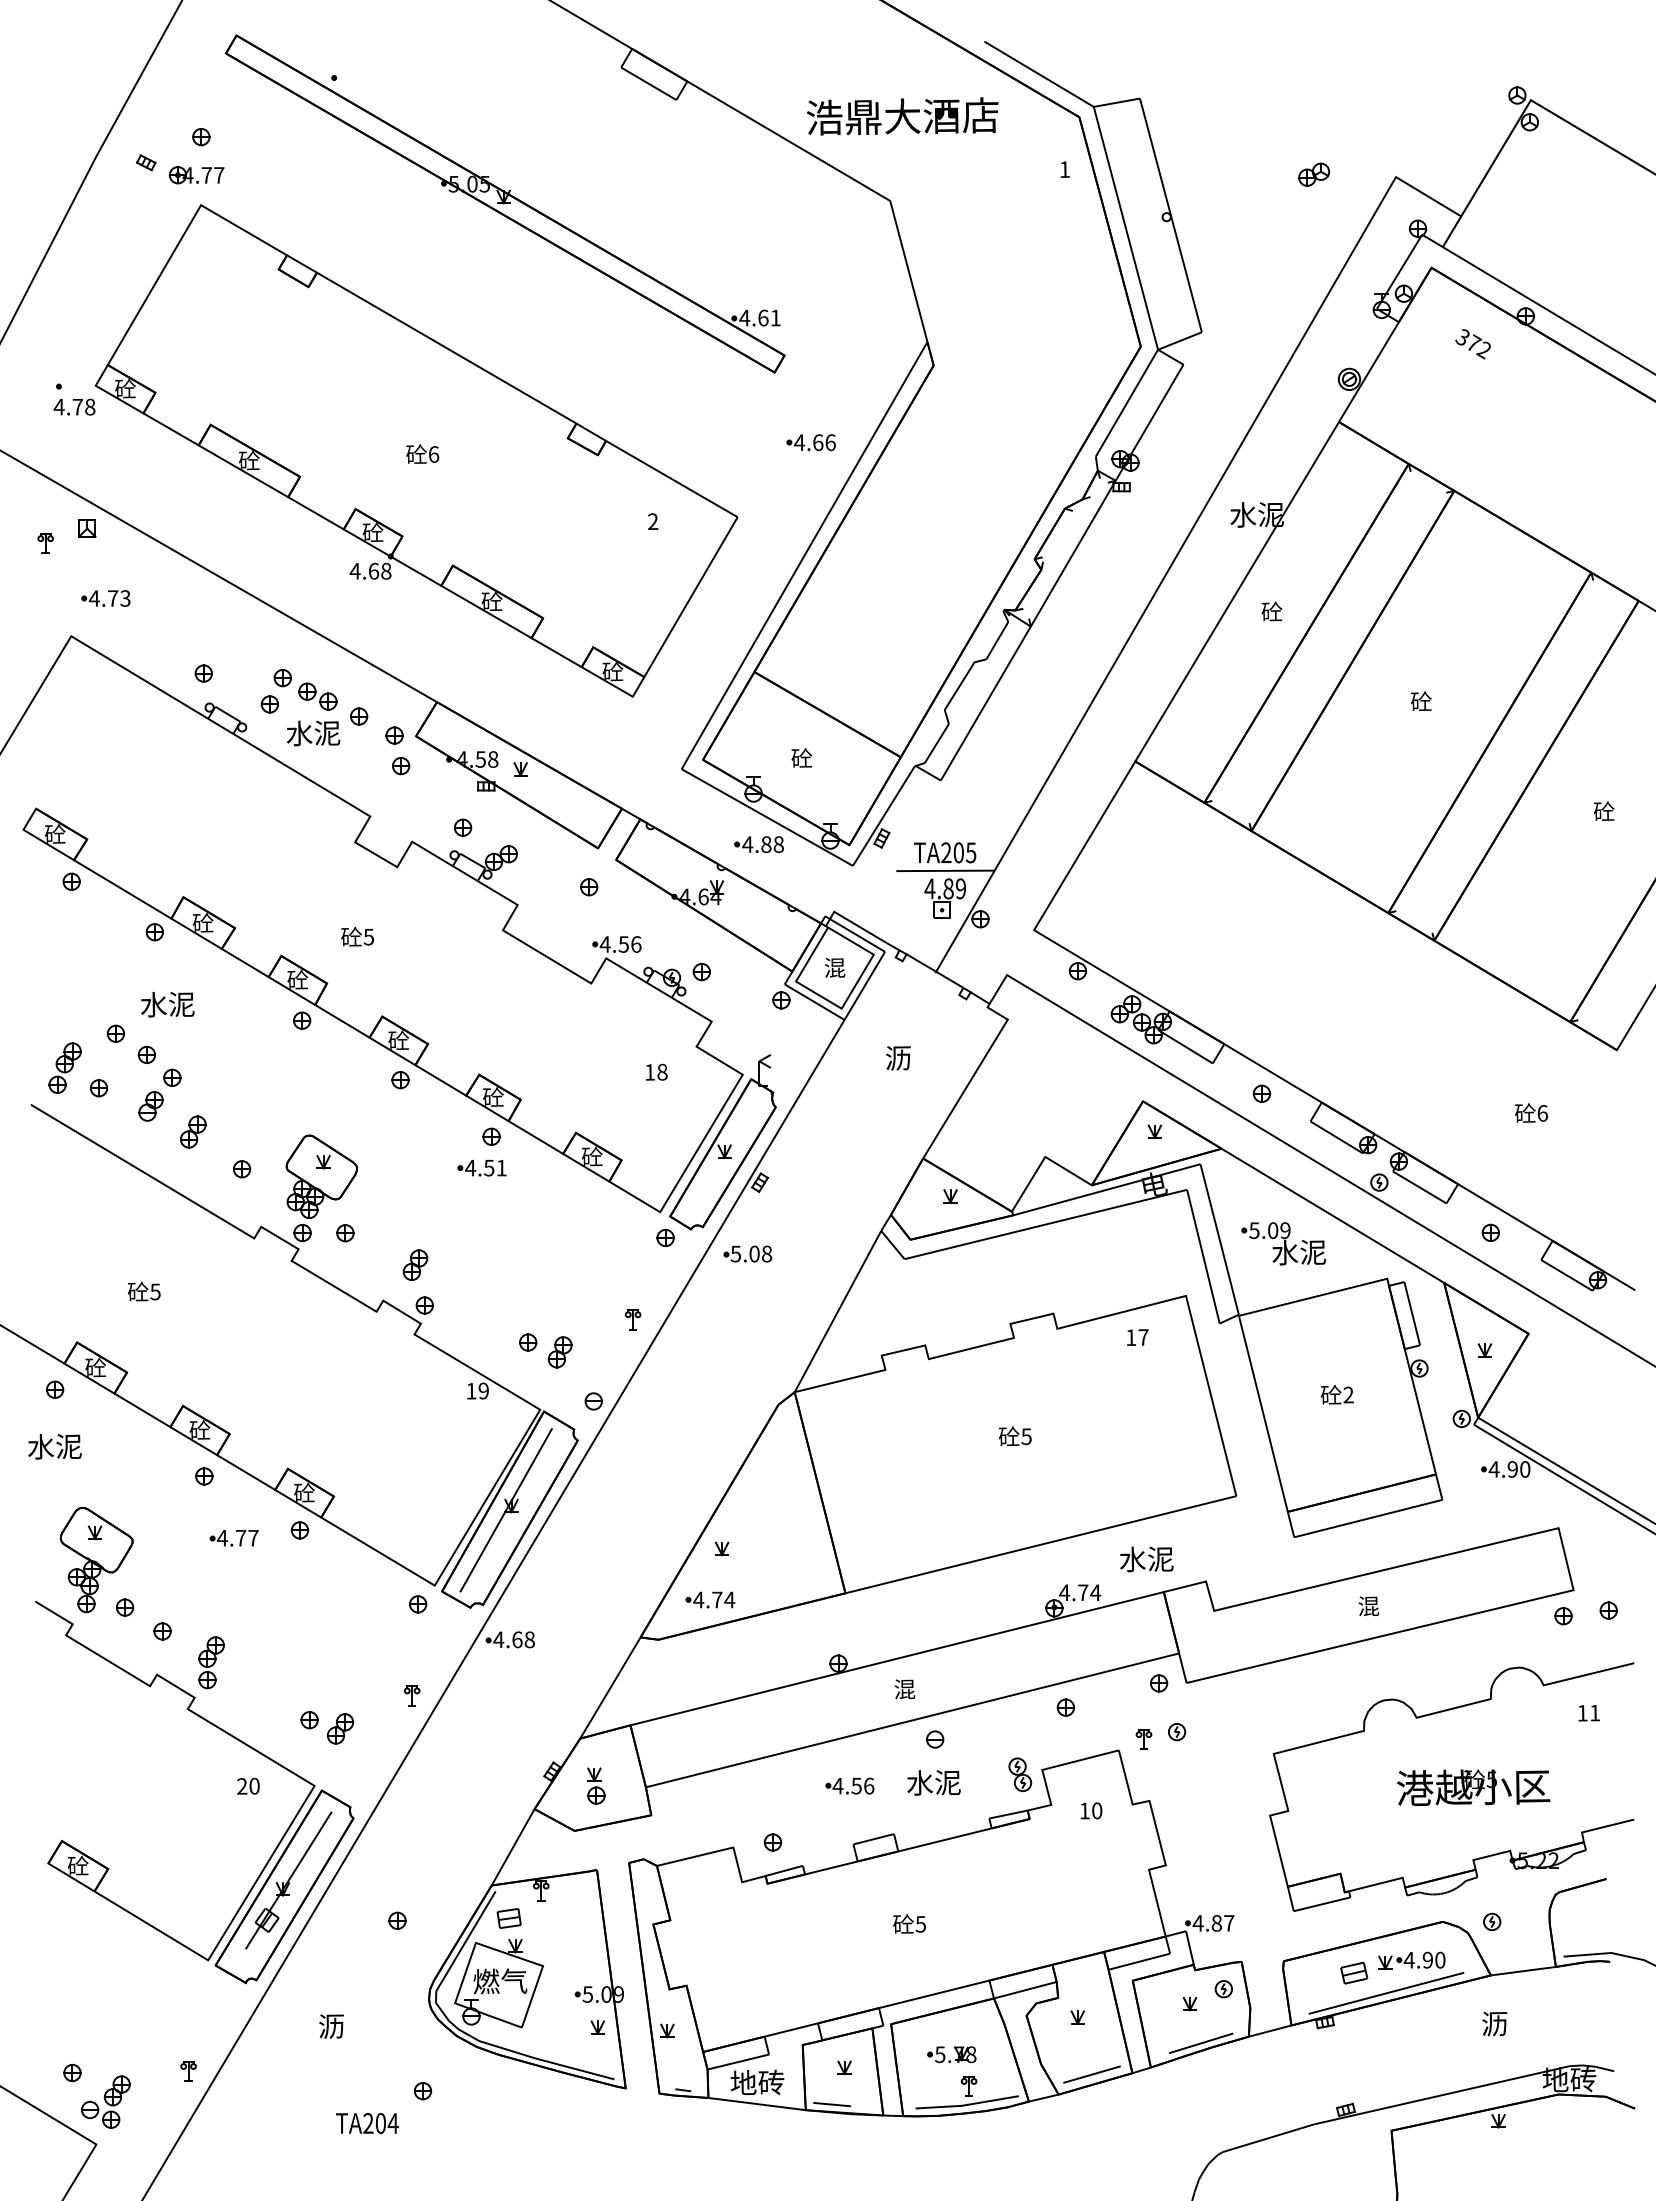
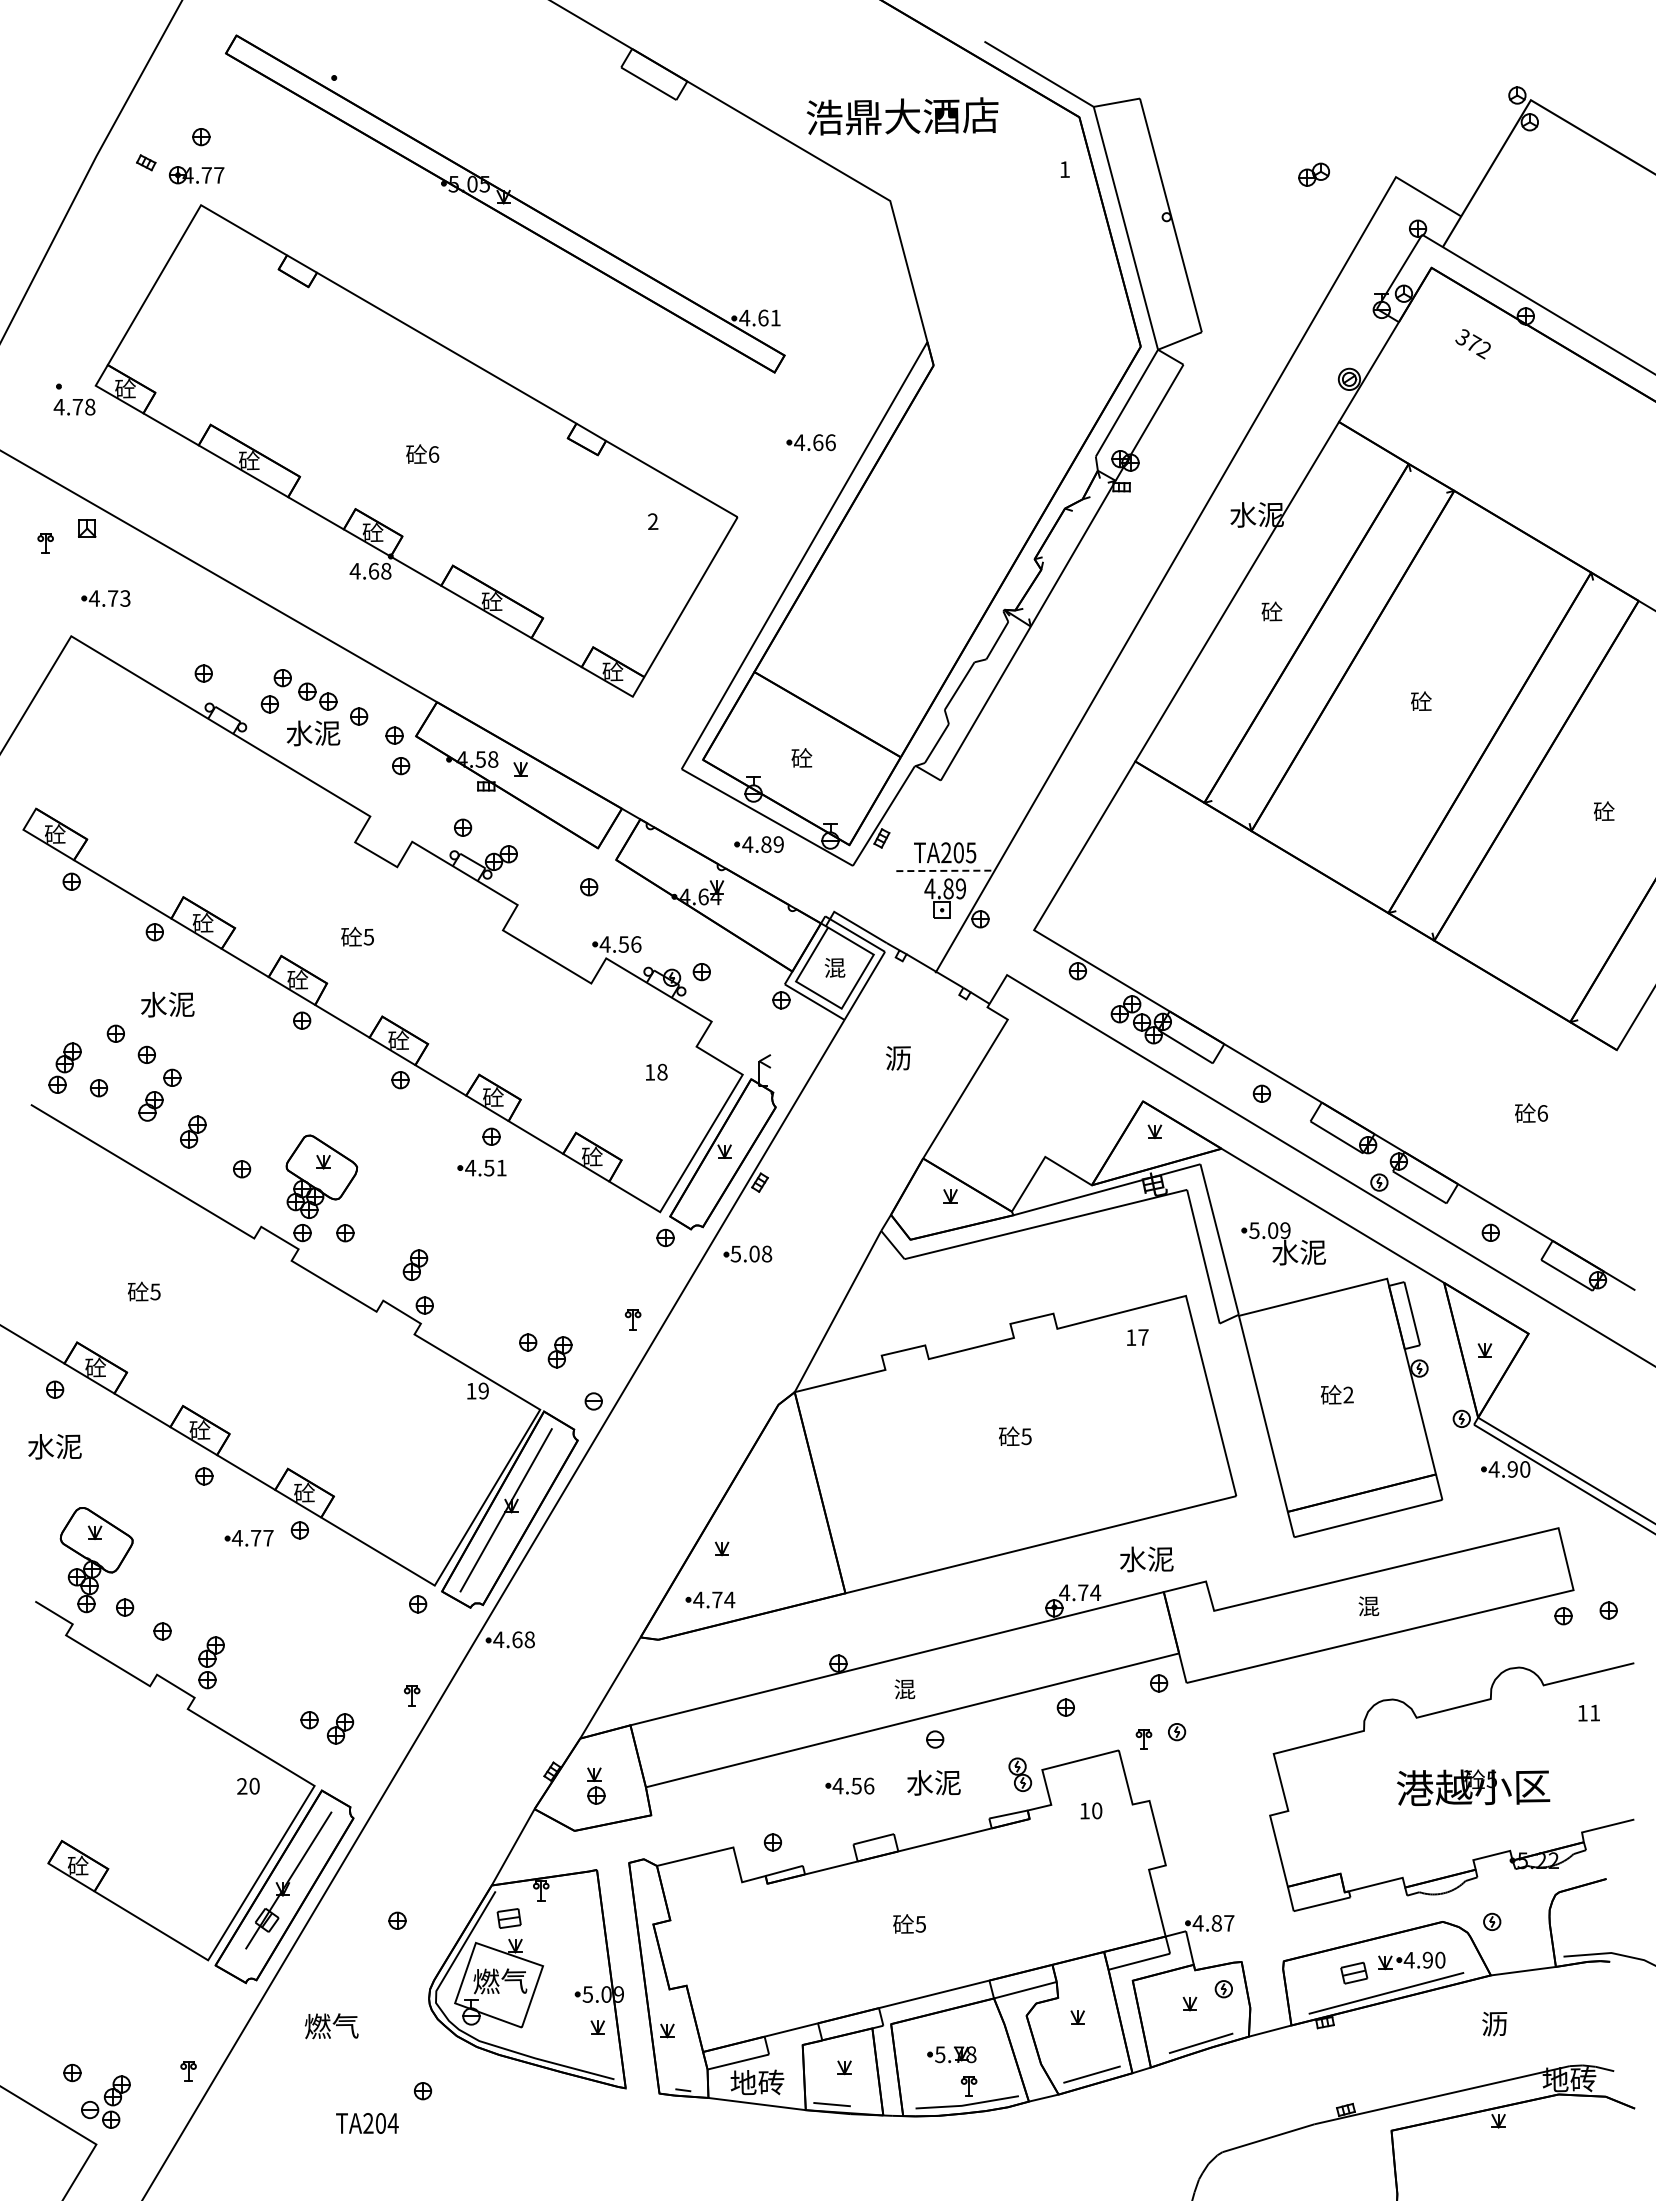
text at (778, 844): 4.88 -> 4.89
line at (945, 870): solid -> dashed
part at (233, 1538) position: (233, 1538) -> (248, 1538)
text at (331, 2026): 沥 -> 燃气
